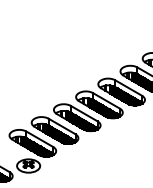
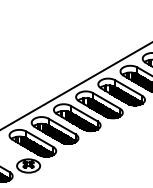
line at (75, 86): none -> present
